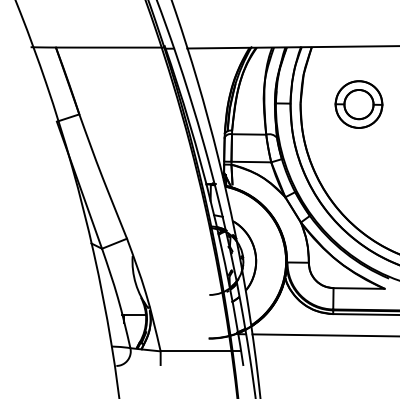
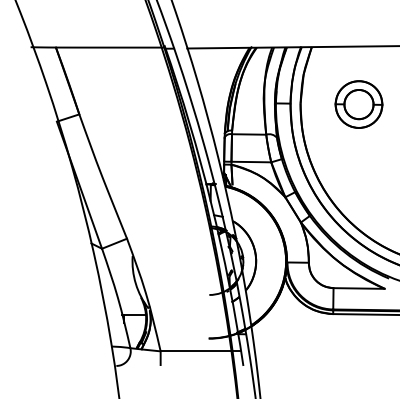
line at (324, 335): present -> none
